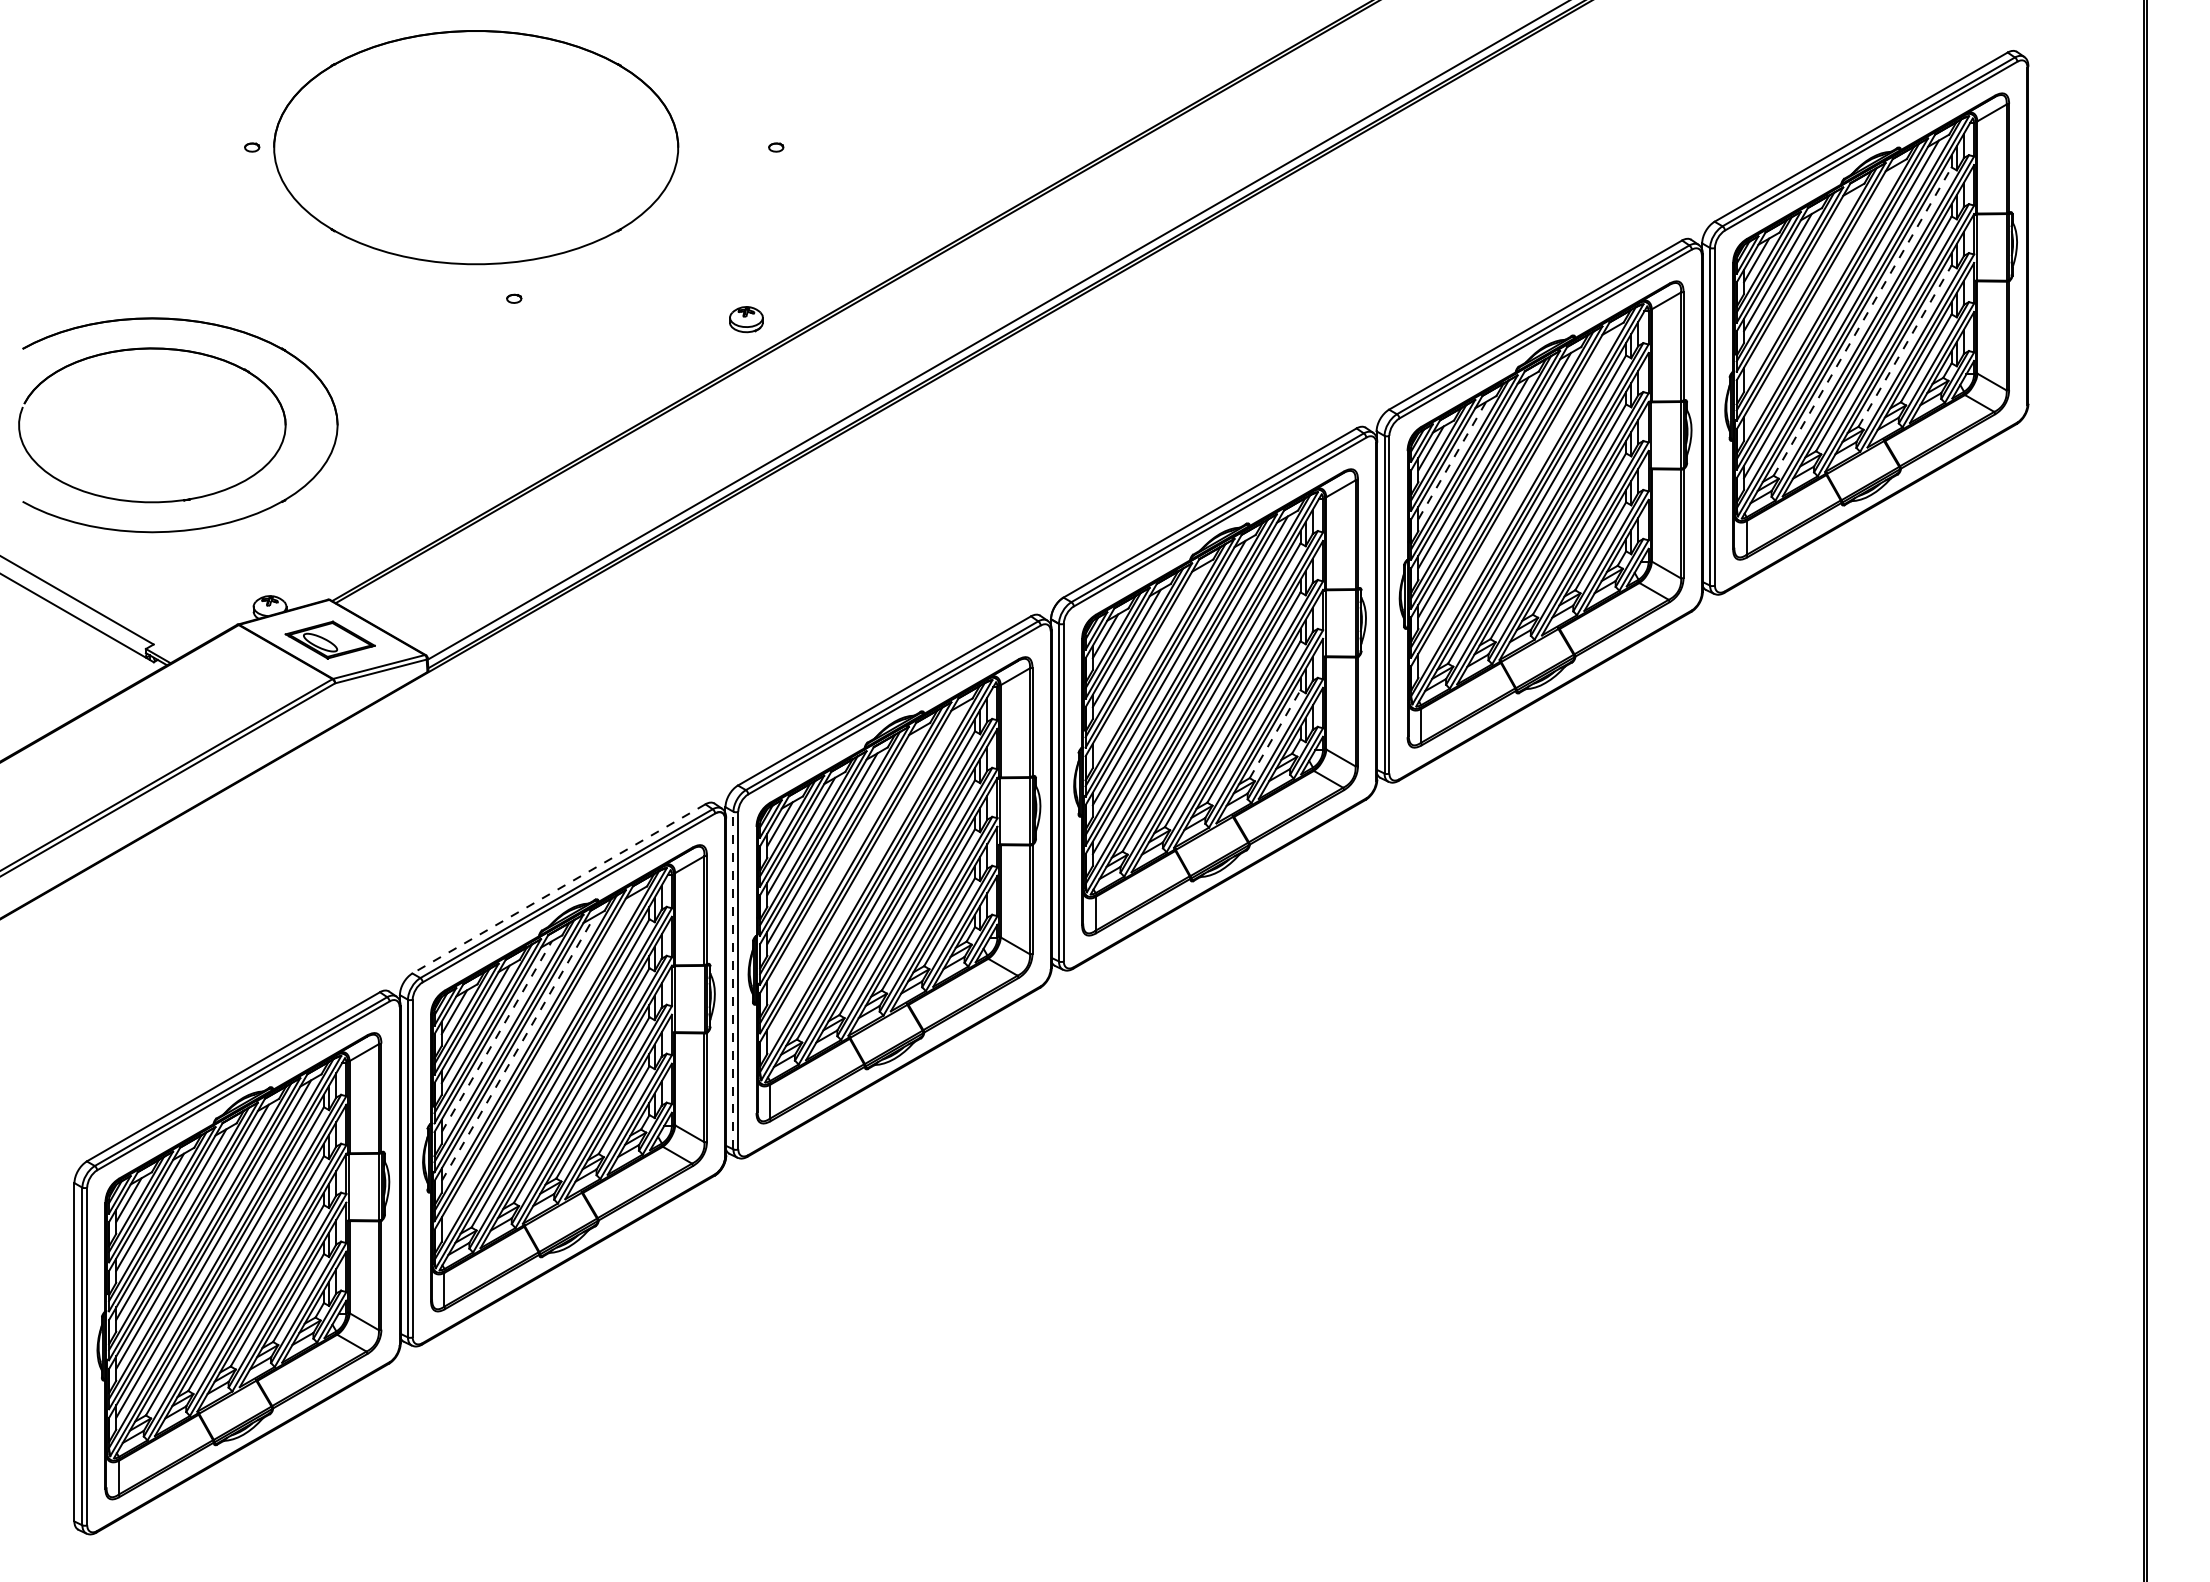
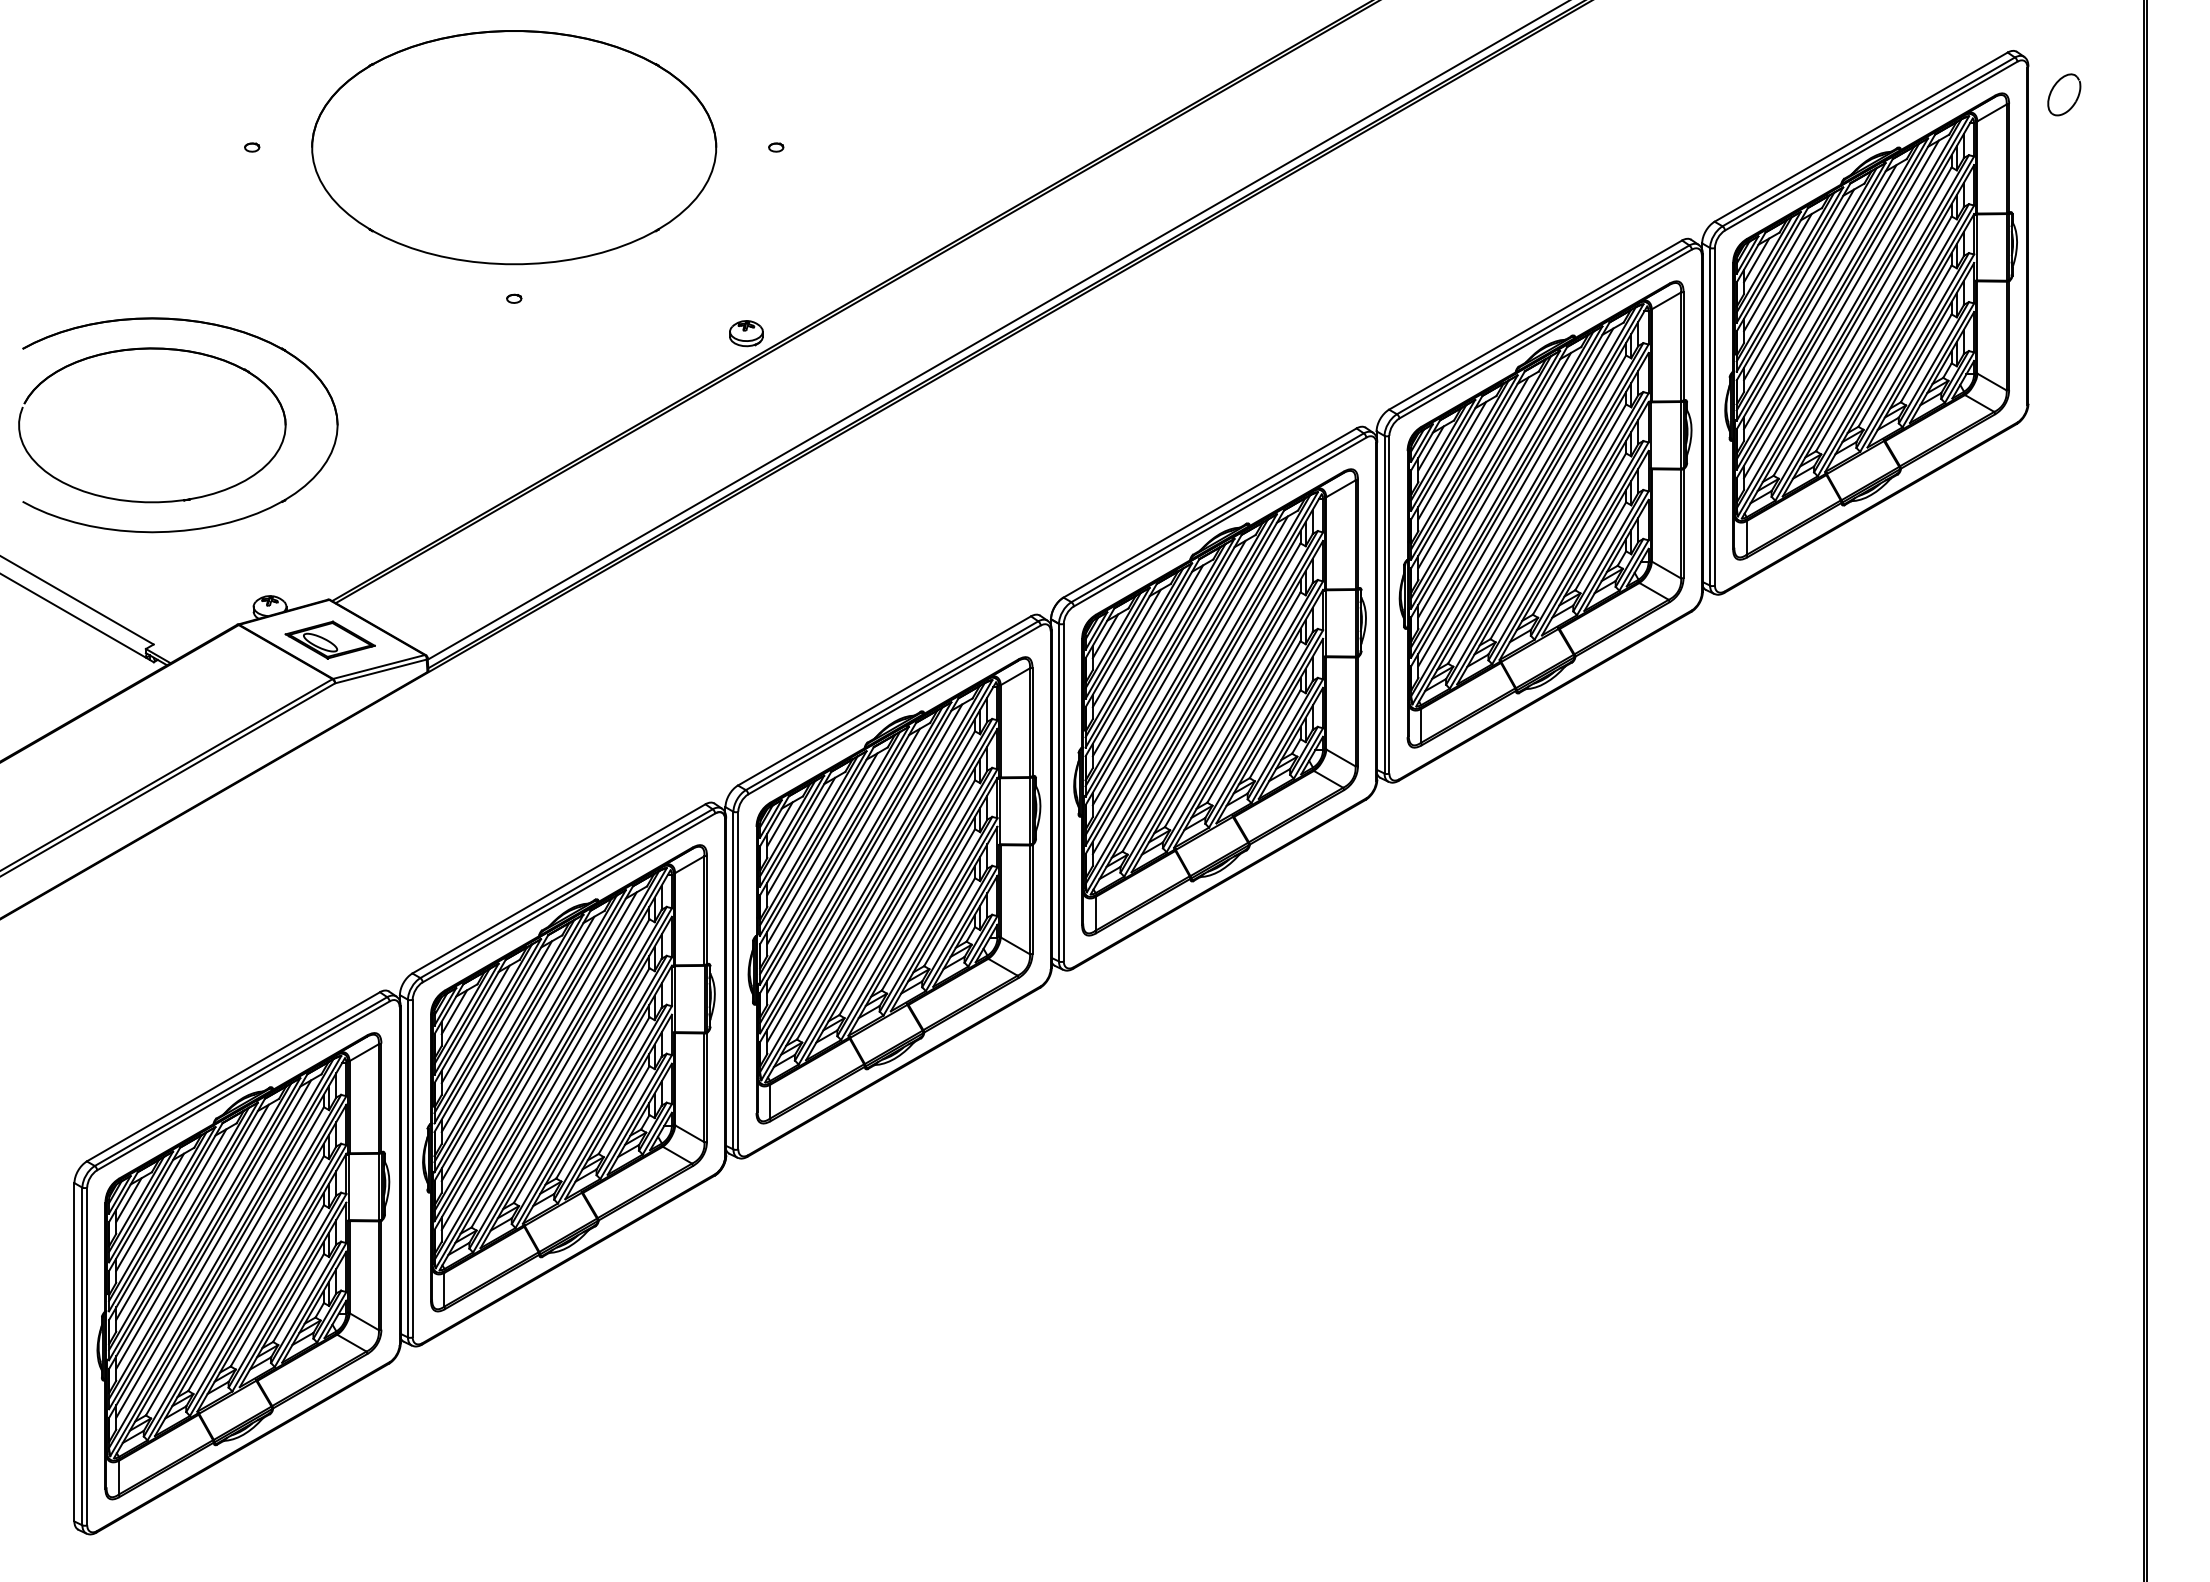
part at (2064, 94): none -> present
part at (476, 147) position: (476, 147) -> (514, 147)
line at (1799, 284): none -> present
line at (1820, 297): none -> present
part at (746, 319) position: (746, 319) -> (746, 333)
line at (1862, 321): dashed -> solid
line at (1905, 345): dashed -> solid
line at (1452, 460): dashed -> solid
line at (1515, 497): none -> present
line at (1147, 660): none -> present
line at (1275, 734): dashed -> solid
line at (843, 860): none -> present
line at (864, 872): none -> present
line at (558, 889): dashed -> solid
line at (733, 980): dashed -> solid
line at (497, 1036): dashed -> solid
line at (518, 1048): dashed -> solid
line at (538, 1060): none -> present
